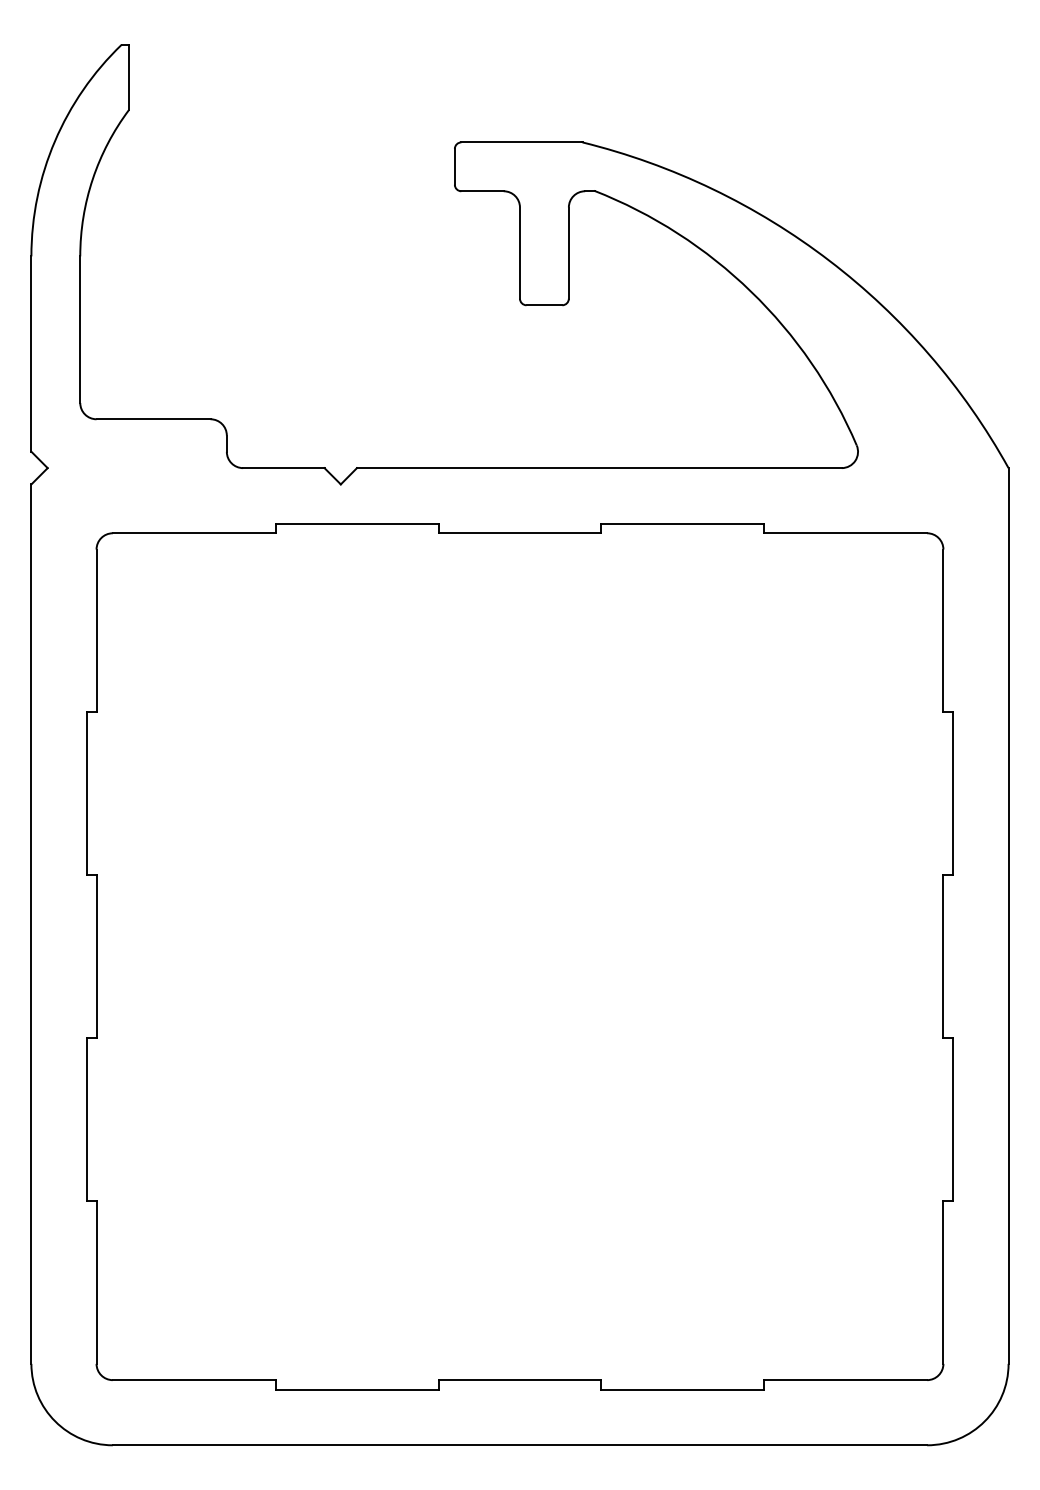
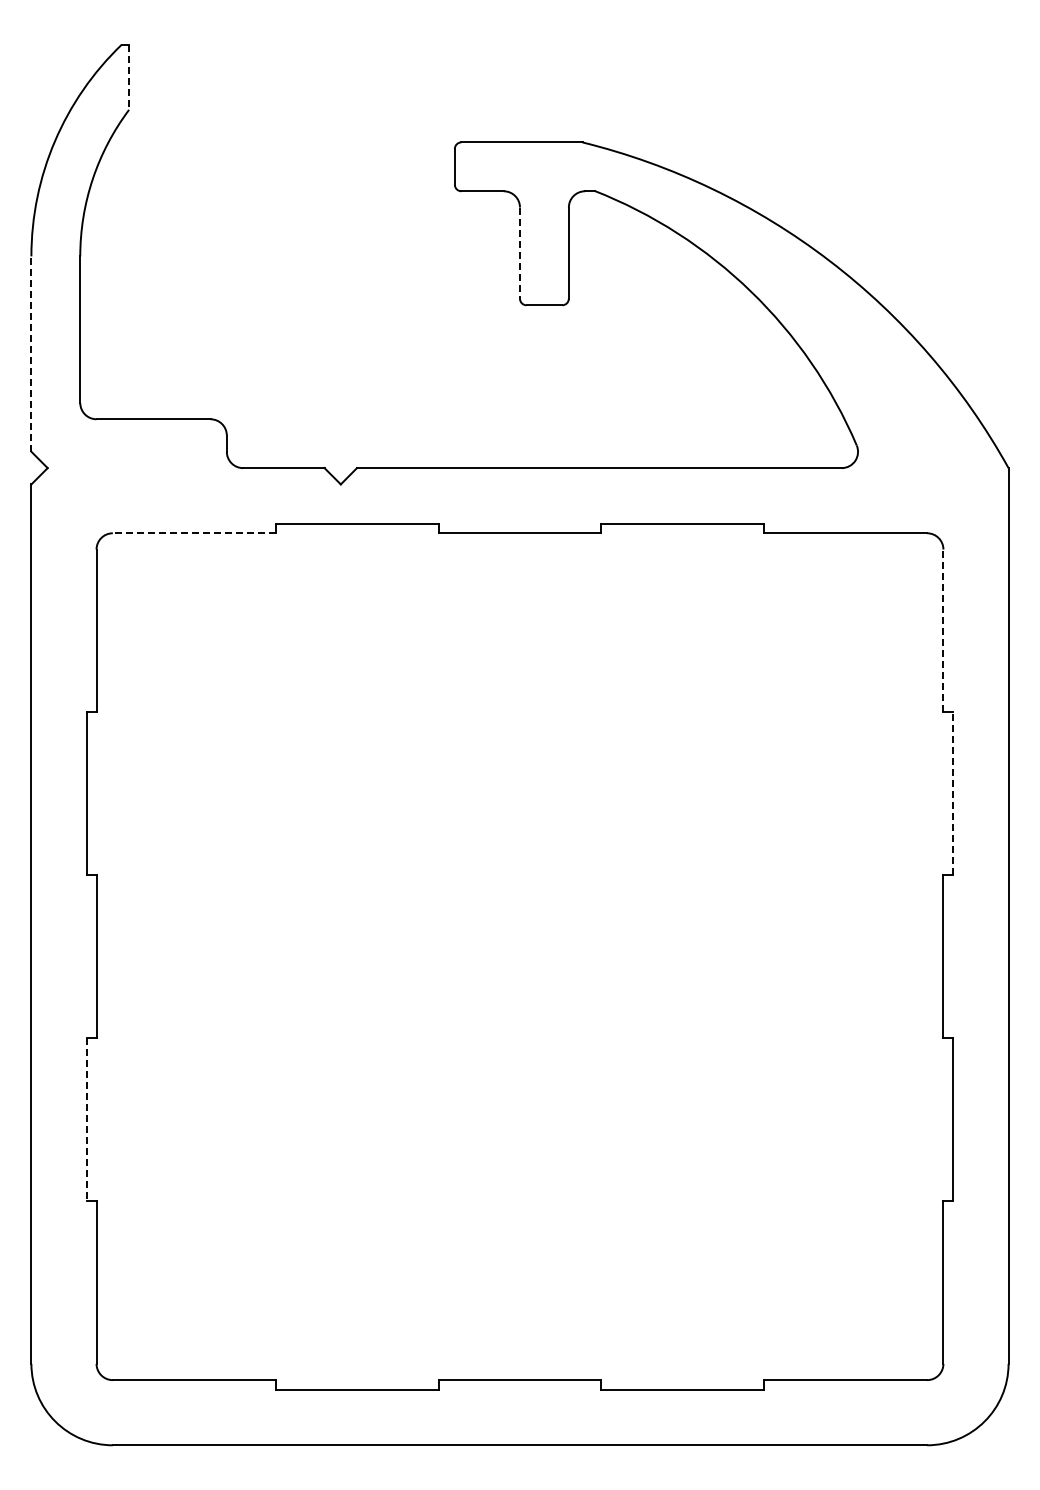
line at (129, 77): solid -> dashed
line at (520, 253): solid -> dashed
line at (31, 354): solid -> dashed
line at (193, 533): solid -> dashed
line at (943, 630): solid -> dashed
line at (953, 793): solid -> dashed
line at (86, 1120): solid -> dashed
